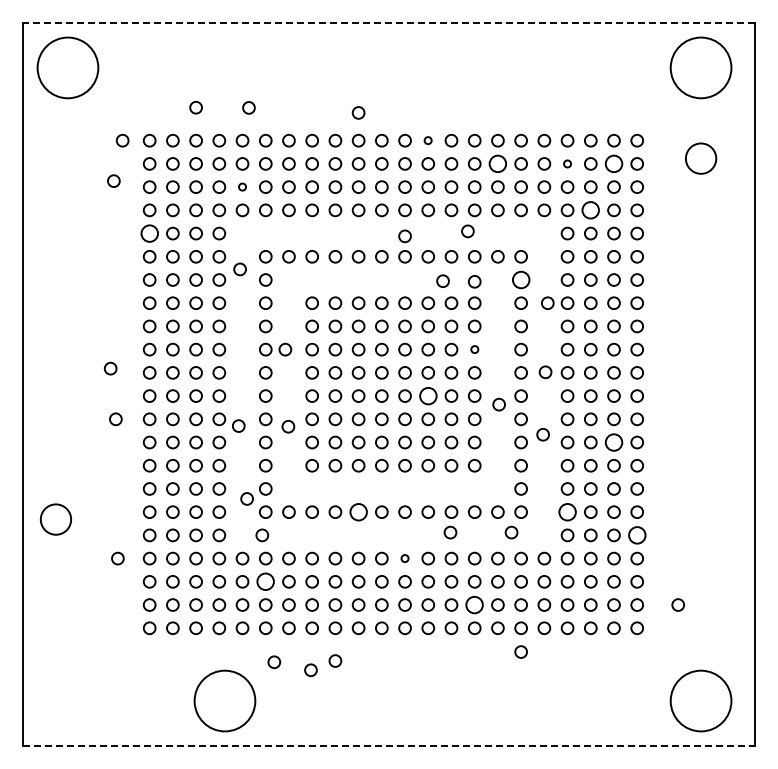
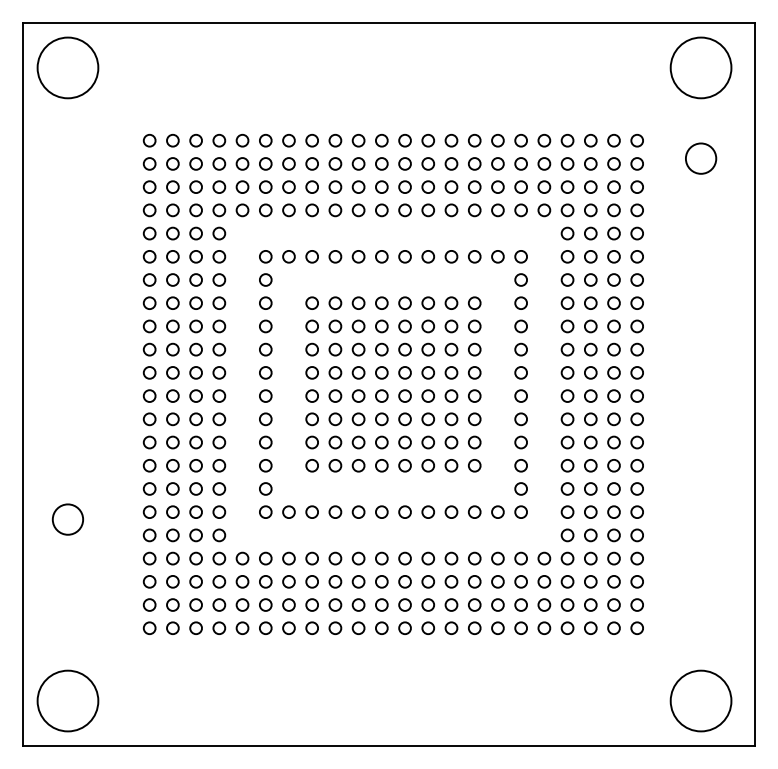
line at (388, 23): dashed -> solid
circle at (195, 107): present -> none
circle at (248, 107): present -> none
circle at (358, 112): present -> none
circle at (122, 140): present -> none
circle at (427, 140) size: 10x9 px -> 14x15 px
circle at (497, 163) size: 19x19 px -> 14x14 px
circle at (567, 163) size: 9x10 px -> 15x14 px
circle at (613, 163) size: 20x19 px -> 14x14 px
circle at (113, 180): present -> none
circle at (242, 186) size: 9x10 px -> 15x14 px
circle at (590, 210) size: 19x19 px -> 14x15 px
circle at (467, 231): present -> none
circle at (149, 233) size: 19x19 px -> 15x15 px
circle at (404, 236): present -> none
circle at (239, 269): present -> none
circle at (521, 279) size: 19x20 px -> 14x14 px
circle at (442, 280): present -> none
circle at (474, 281): present -> none
circle at (547, 302): present -> none
circle at (285, 349): present -> none
circle at (474, 349) size: 10x9 px -> 14x15 px
circle at (110, 368): present -> none
circle at (545, 372): present -> none
circle at (428, 396) size: 19x19 px -> 14x14 px
circle at (498, 404): present -> none
circle at (115, 419): present -> none
circle at (238, 425): present -> none
circle at (288, 426): present -> none
circle at (542, 434): present -> none
circle at (613, 442) size: 20x19 px -> 14x15 px
circle at (246, 498): present -> none
circle at (358, 512) size: 19x19 px -> 15x14 px
circle at (567, 512) size: 19x19 px -> 15x14 px
circle at (55, 519) position: (55, 519) -> (67, 519)
circle at (450, 532): present -> none
circle at (511, 532): present -> none
circle at (262, 535): present -> none
circle at (637, 535) size: 19x19 px -> 14x15 px
circle at (117, 558): present -> none
circle at (404, 558) size: 10x9 px -> 14x15 px
circle at (265, 581) size: 19x19 px -> 14x14 px
circle at (677, 604): present -> none
circle at (474, 605) size: 19x19 px -> 14x14 px
circle at (520, 651): present -> none
circle at (335, 660): present -> none
circle at (274, 661): present -> none
circle at (310, 669): present -> none
circle at (224, 700) position: (224, 700) -> (67, 700)
line at (388, 745): dashed -> solid
